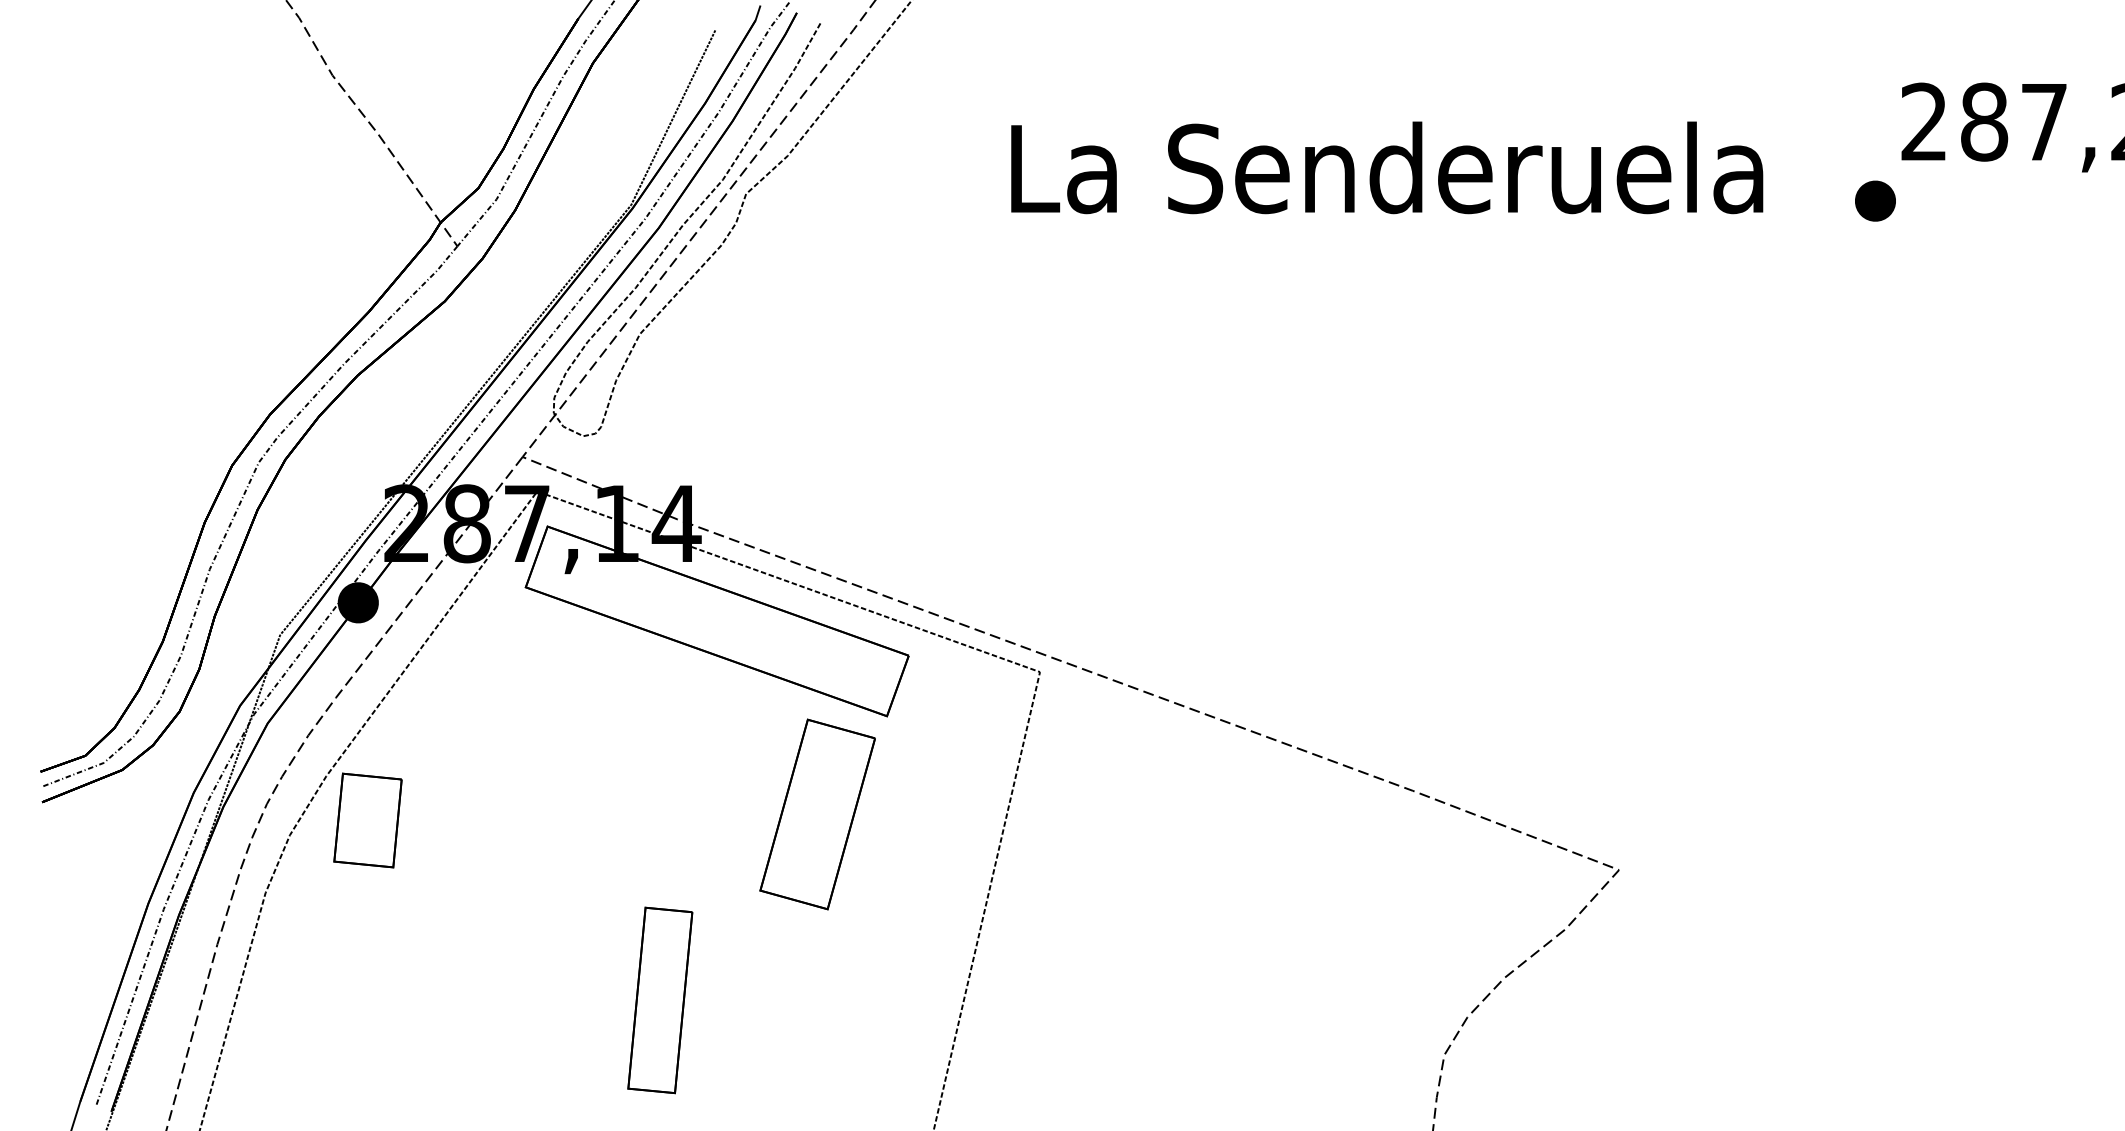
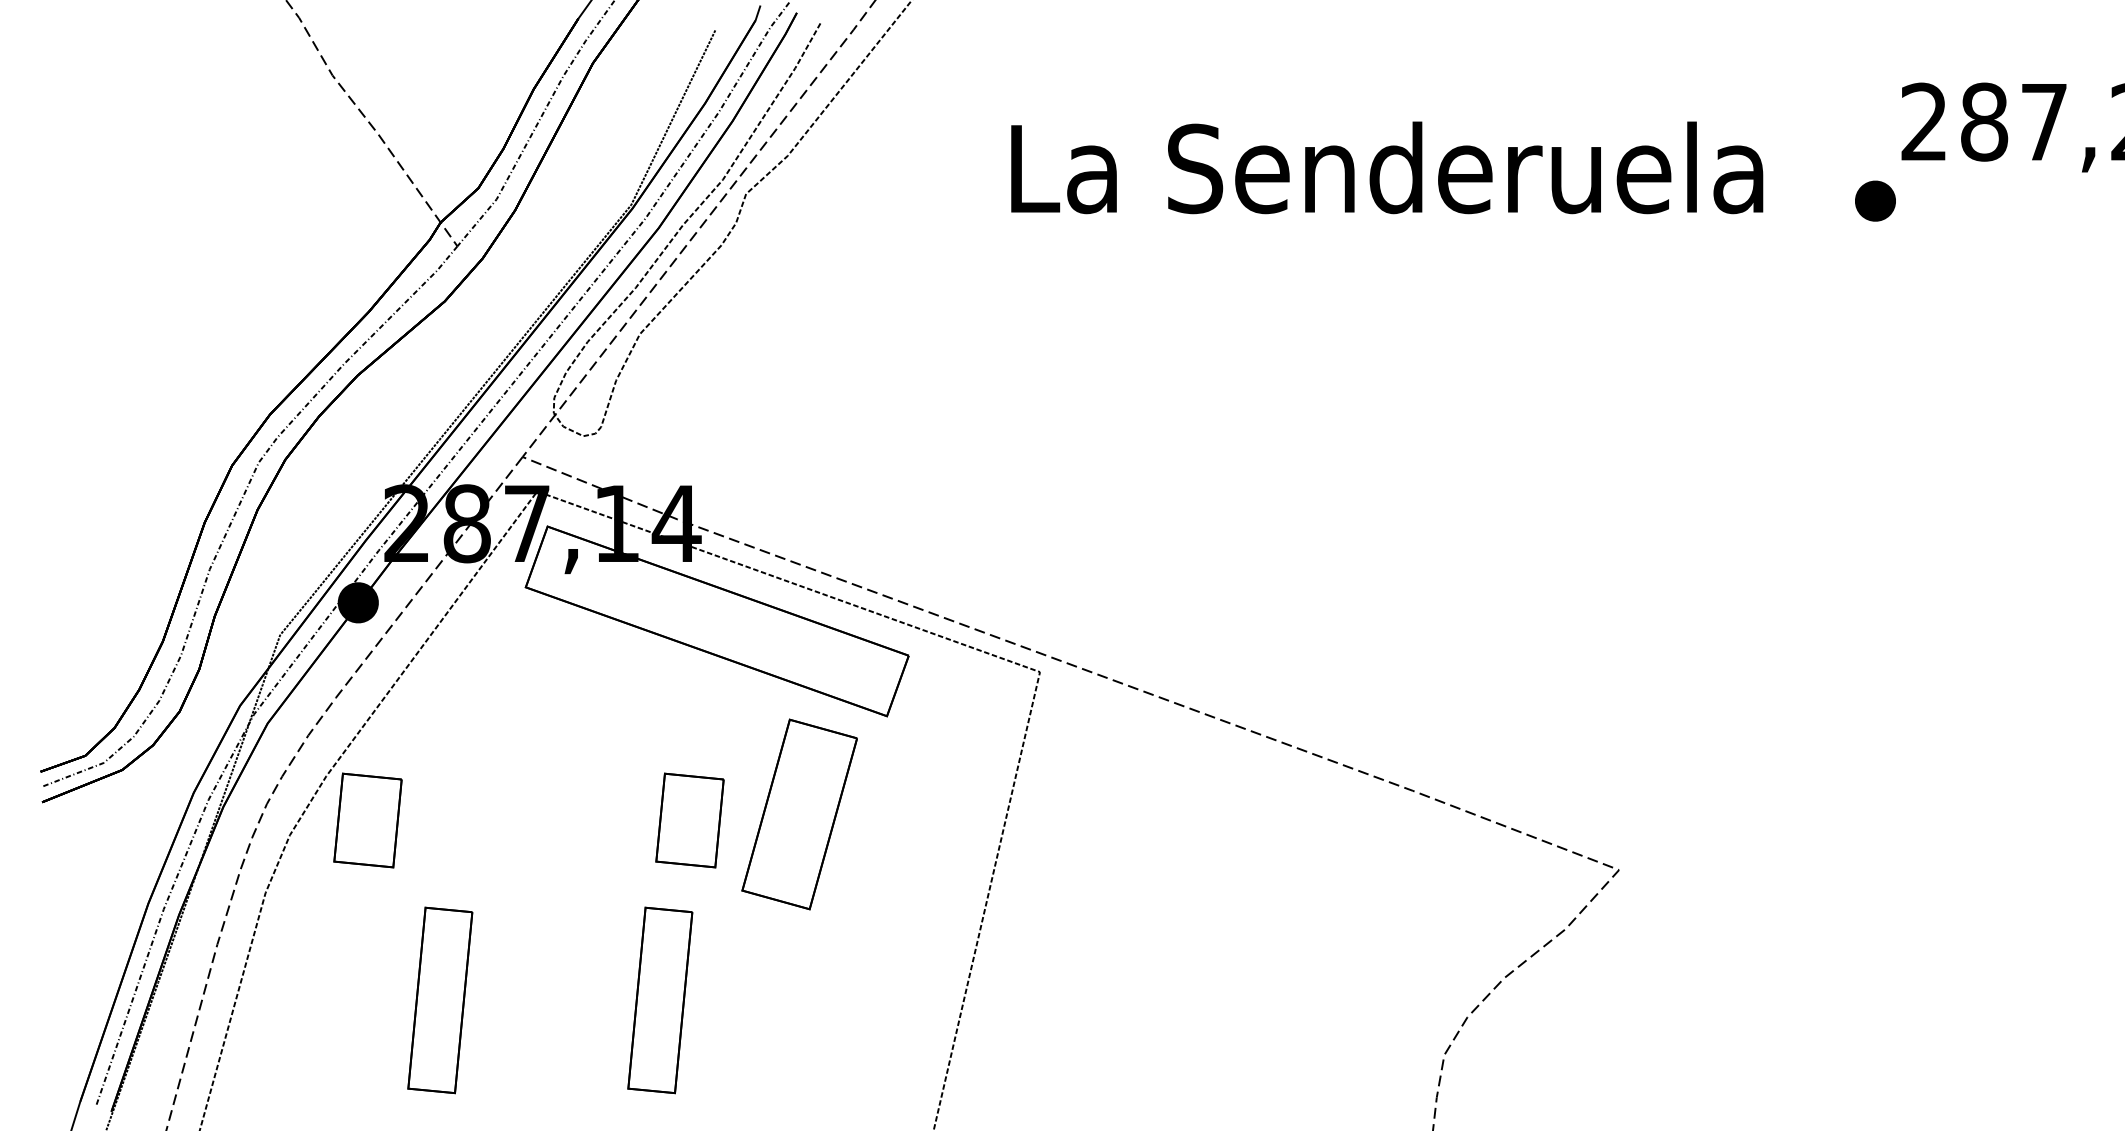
part at (817, 814) position: (817, 814) -> (799, 814)
part at (689, 820): none -> present
part at (440, 1000): none -> present
